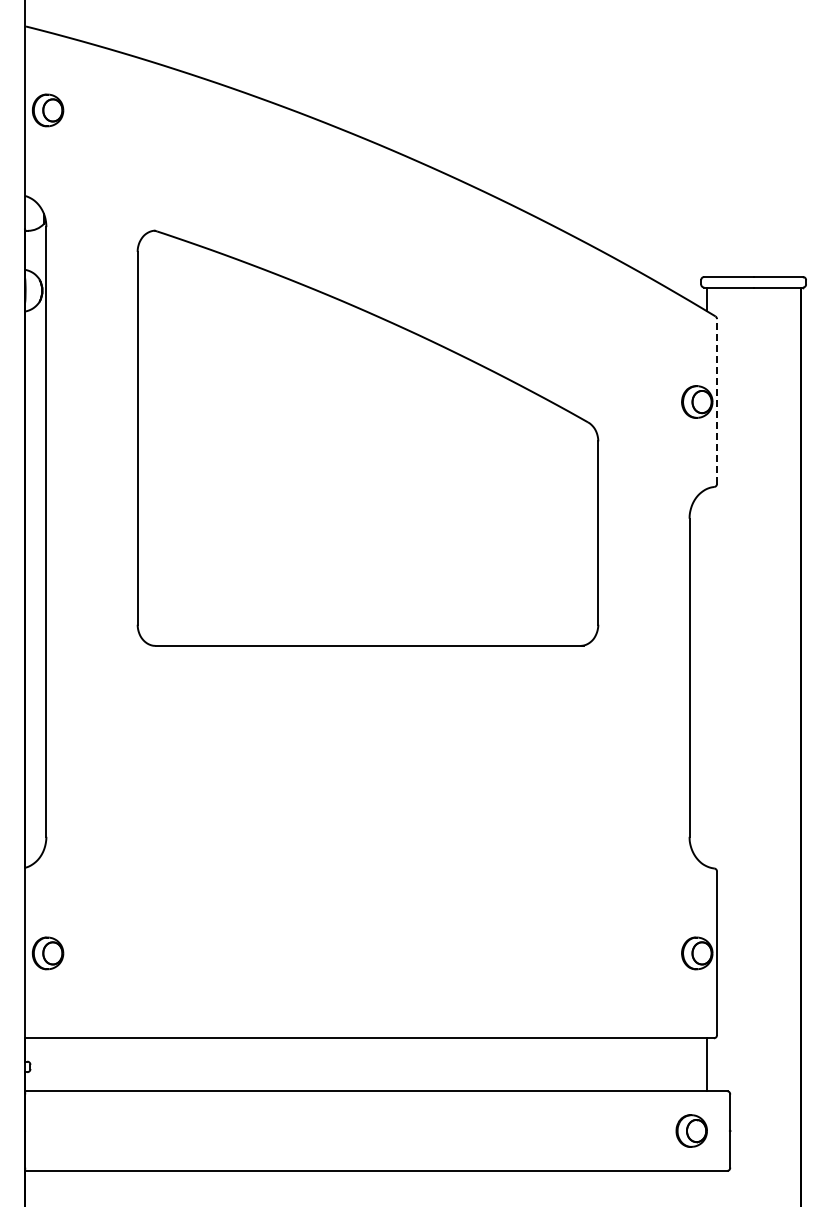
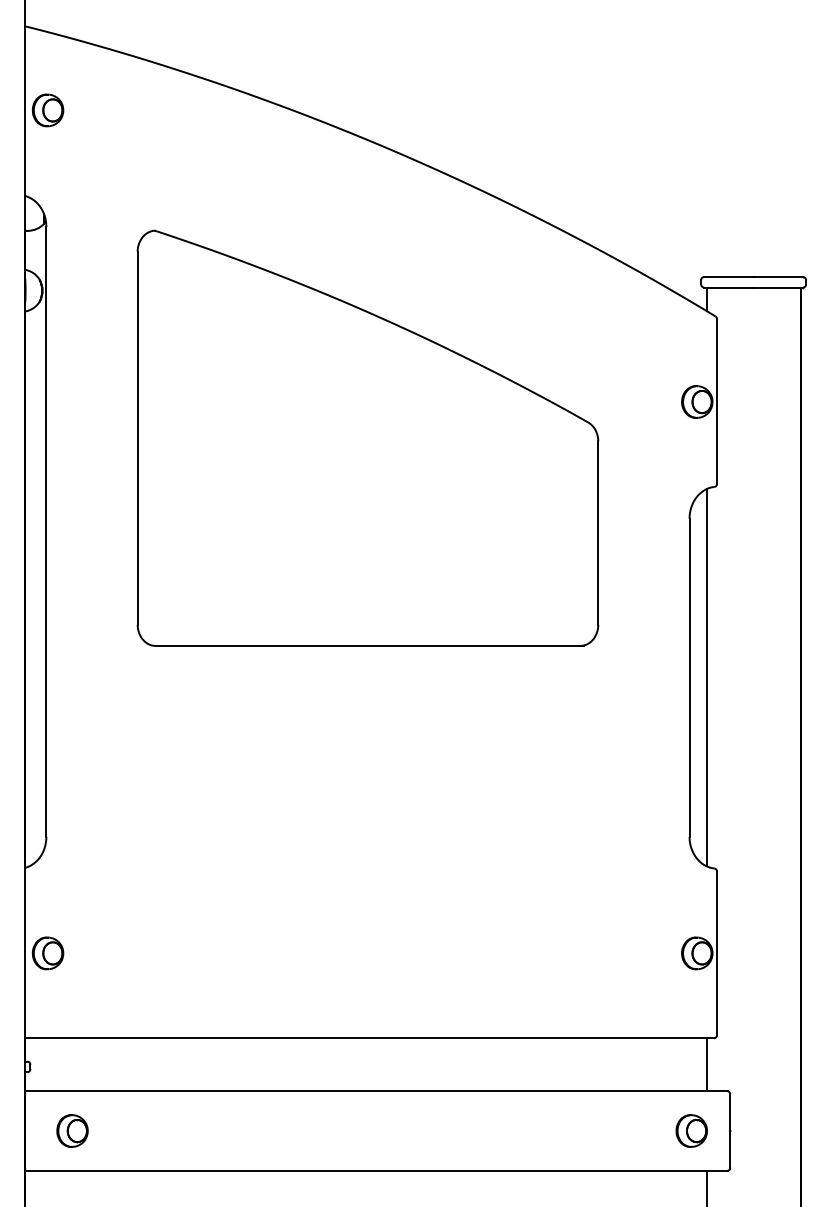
line at (717, 401): dashed -> solid
line at (706, 677): none -> present
part at (72, 1130): none -> present
line at (706, 1186): none -> present
